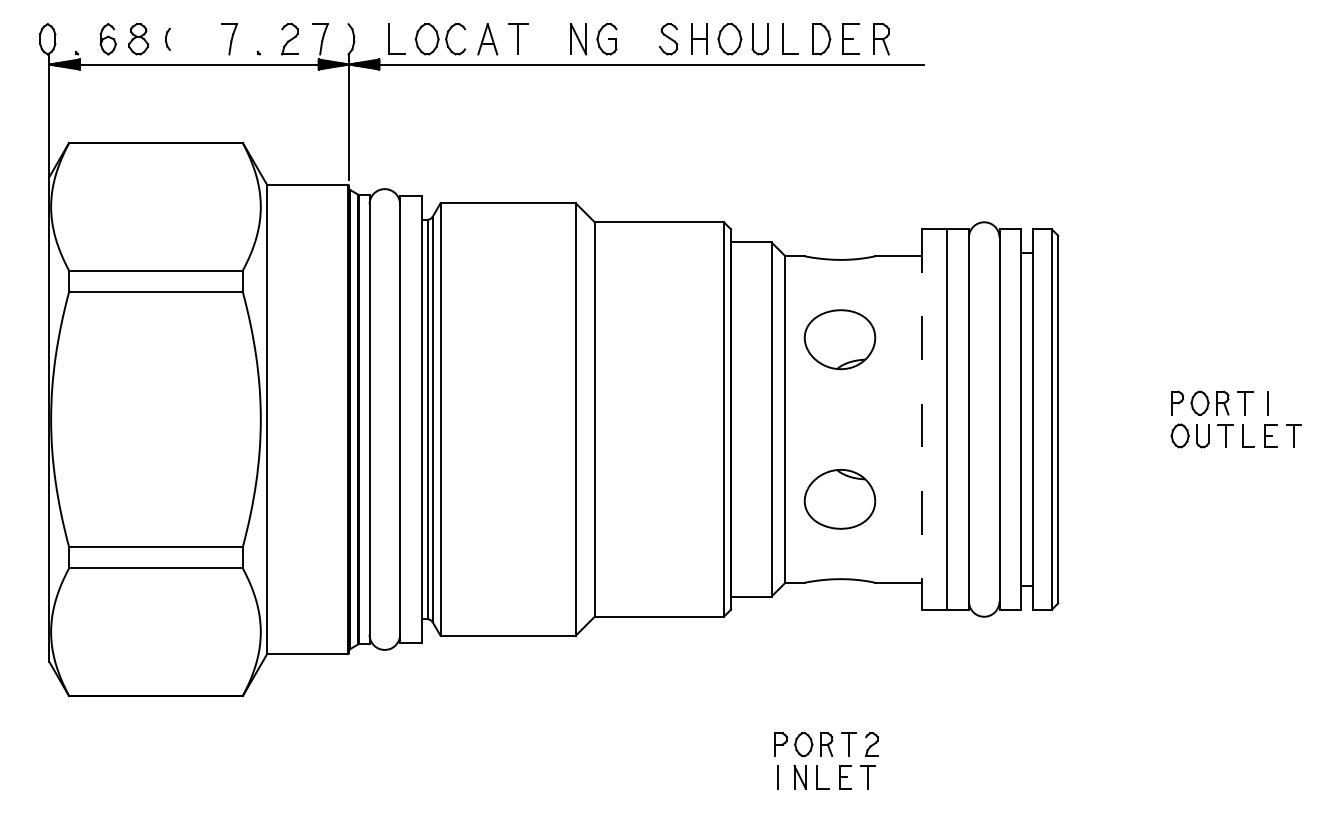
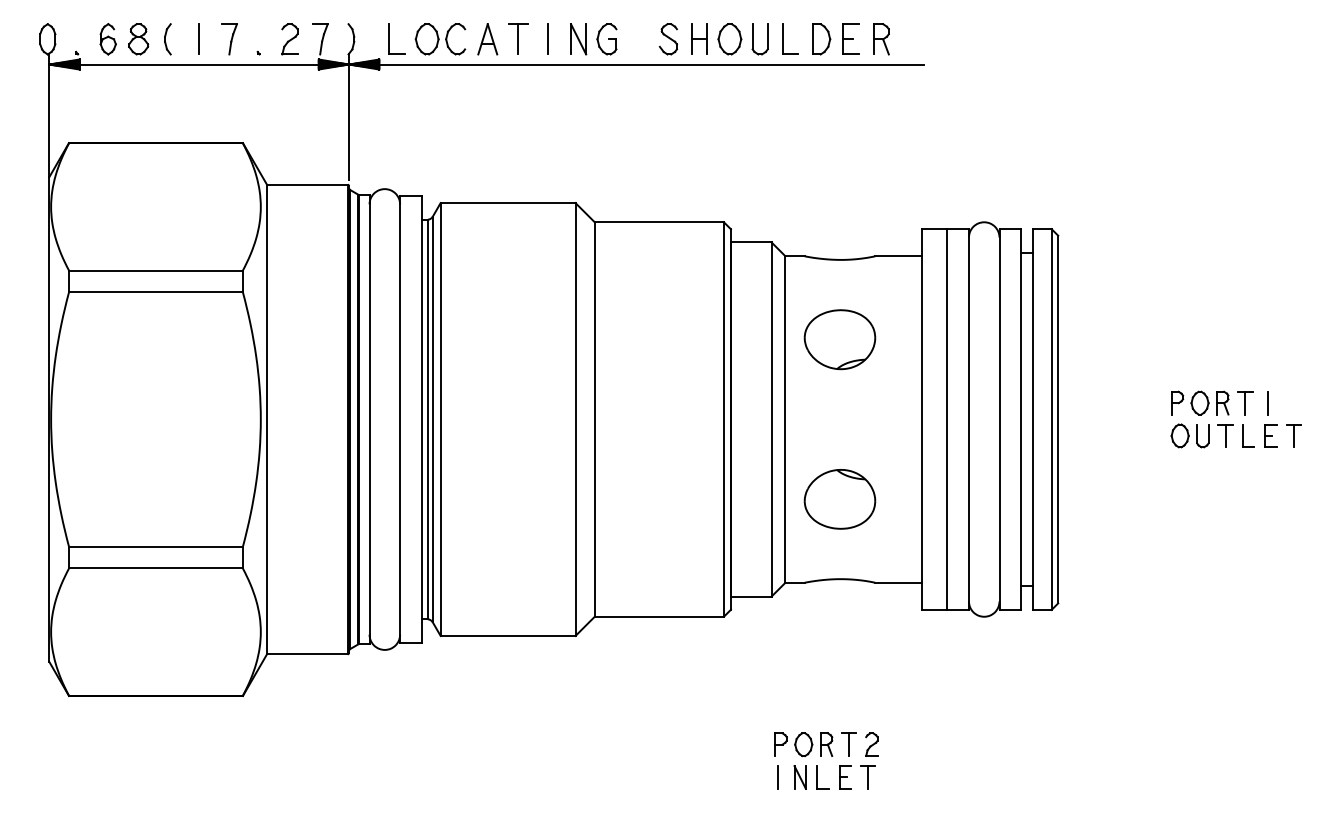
part at (167, 38) size: 6x24 px -> 8x33 px
line at (199, 39): none -> present
line at (548, 39): none -> present
line at (922, 420): dashed -> solid
